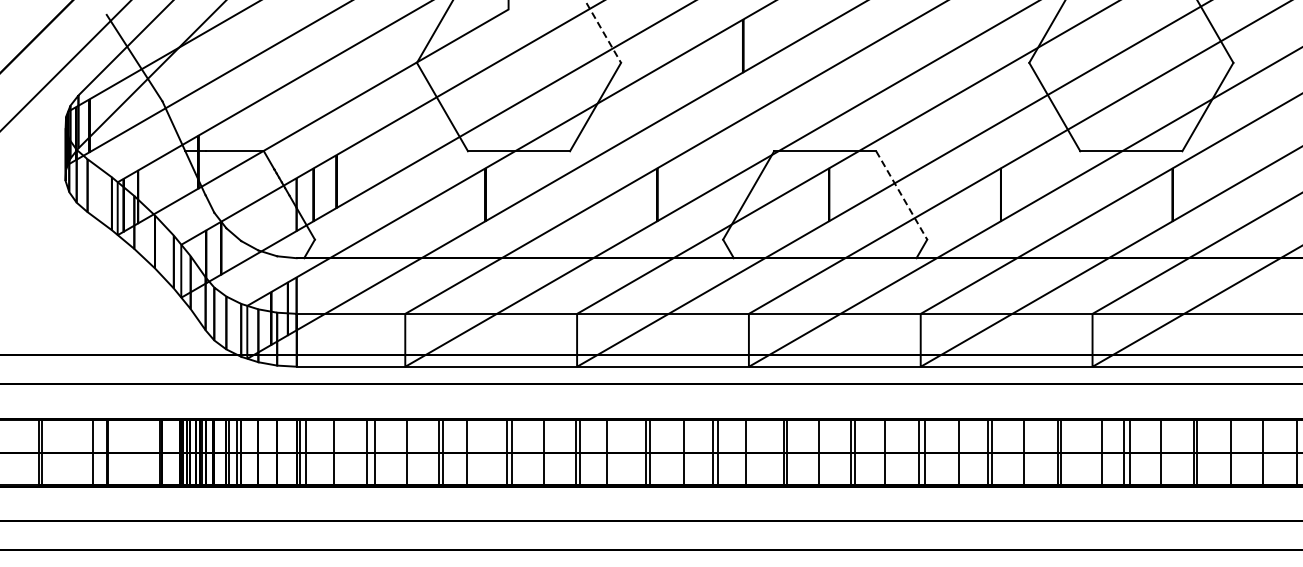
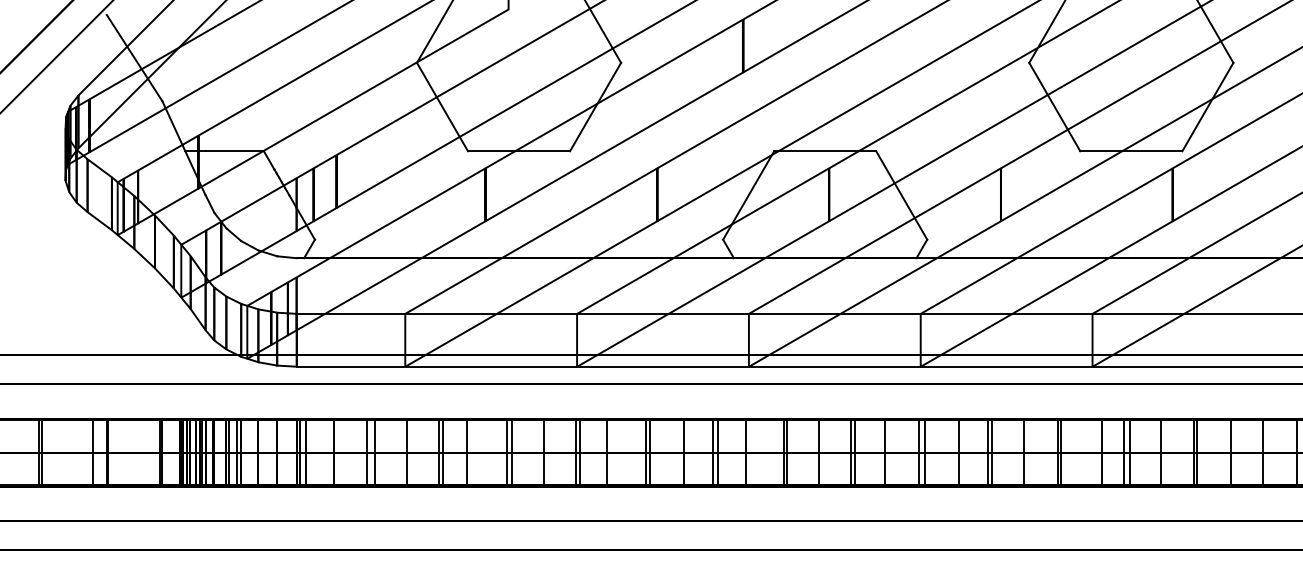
line at (603, 32): dashed -> solid
line at (65, 65) position: (65, 65) -> (56, 56)
line at (901, 195): dashed -> solid
